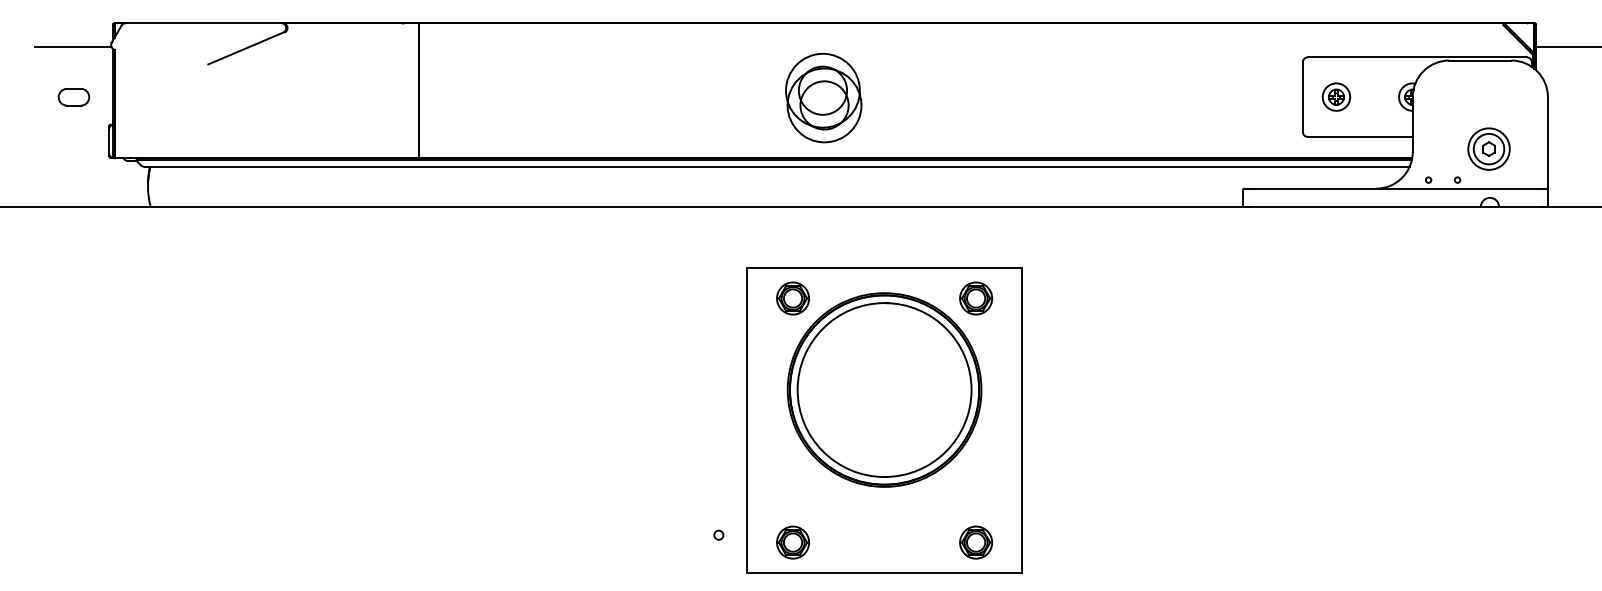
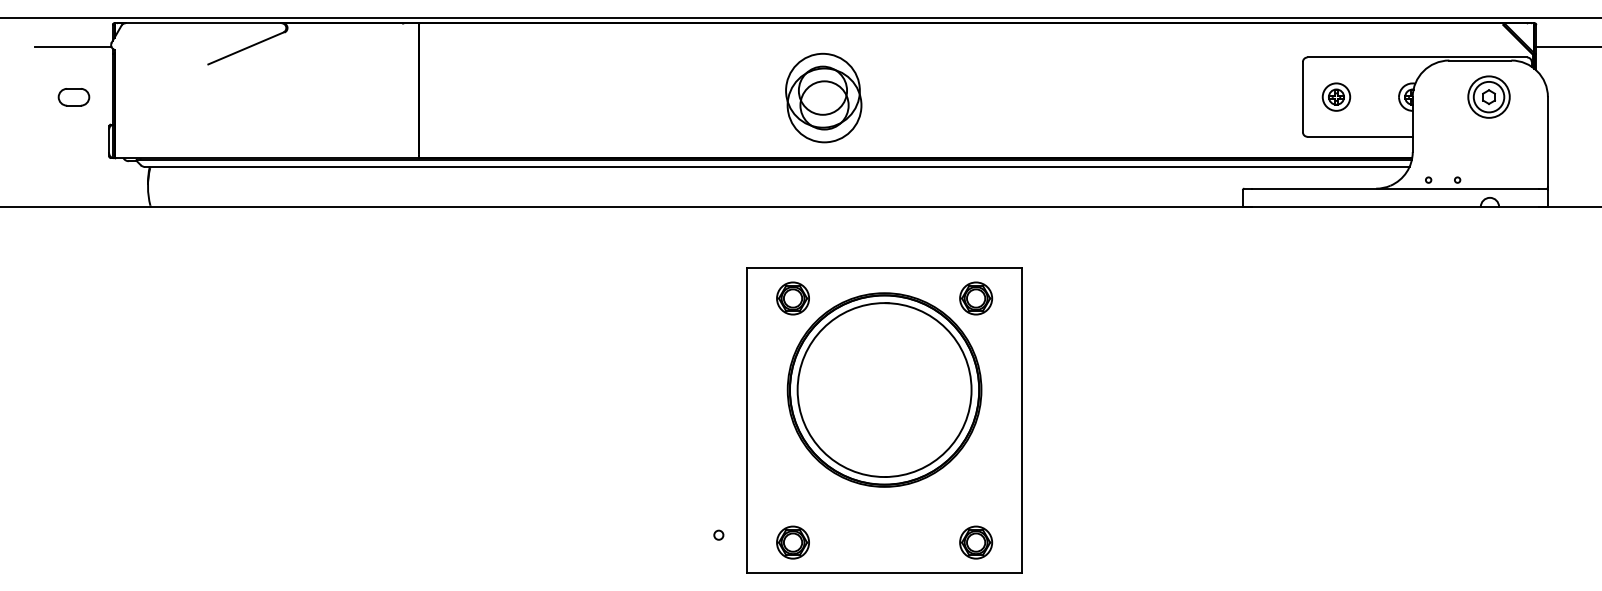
line at (800, 17): none -> present
part at (1488, 148) position: (1488, 148) -> (1488, 96)
